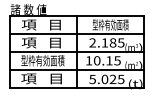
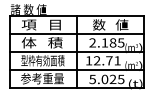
text at (110, 24): 型枠有効面積 -> 数   値
text at (41, 42): 項   目 -> 体   積
text at (107, 60): 10.15 -> 12.71
text at (42, 78): 項   目 -> 参考重量
